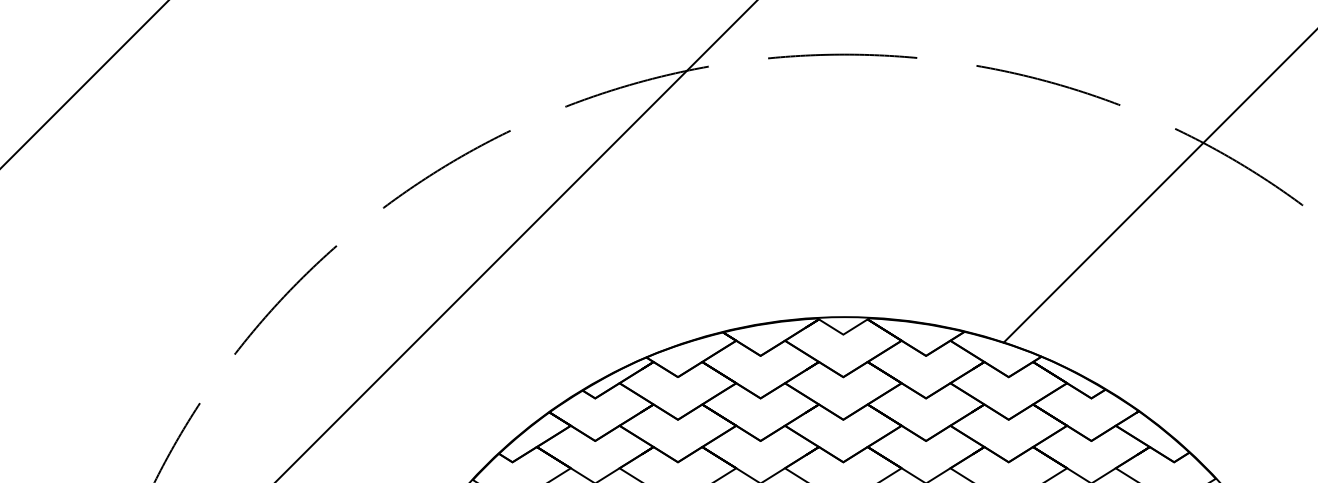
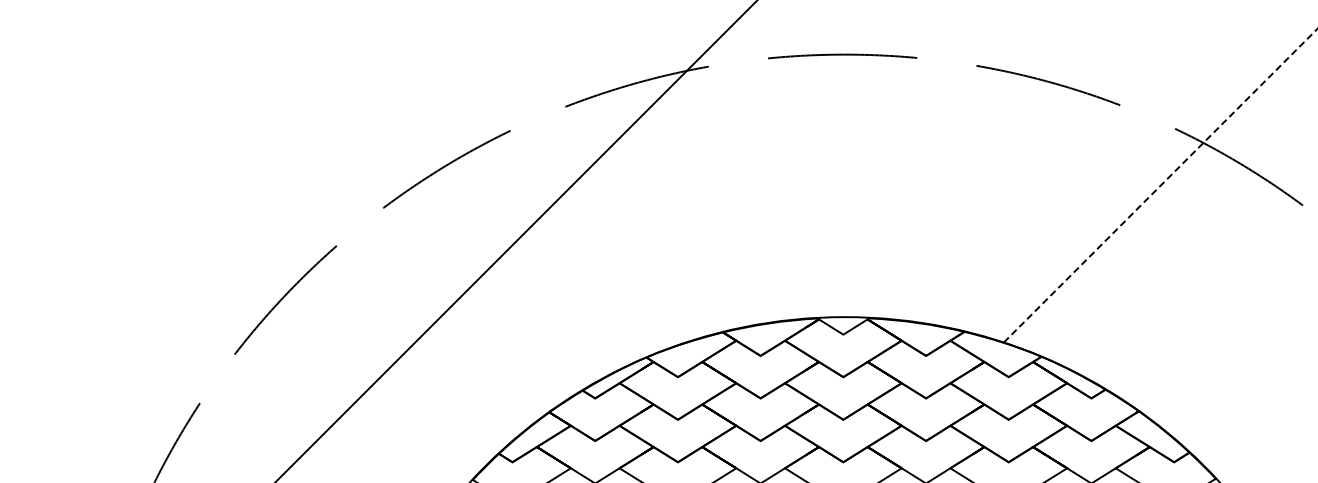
line at (84, 84): present -> none
line at (1160, 185): solid -> dashed
